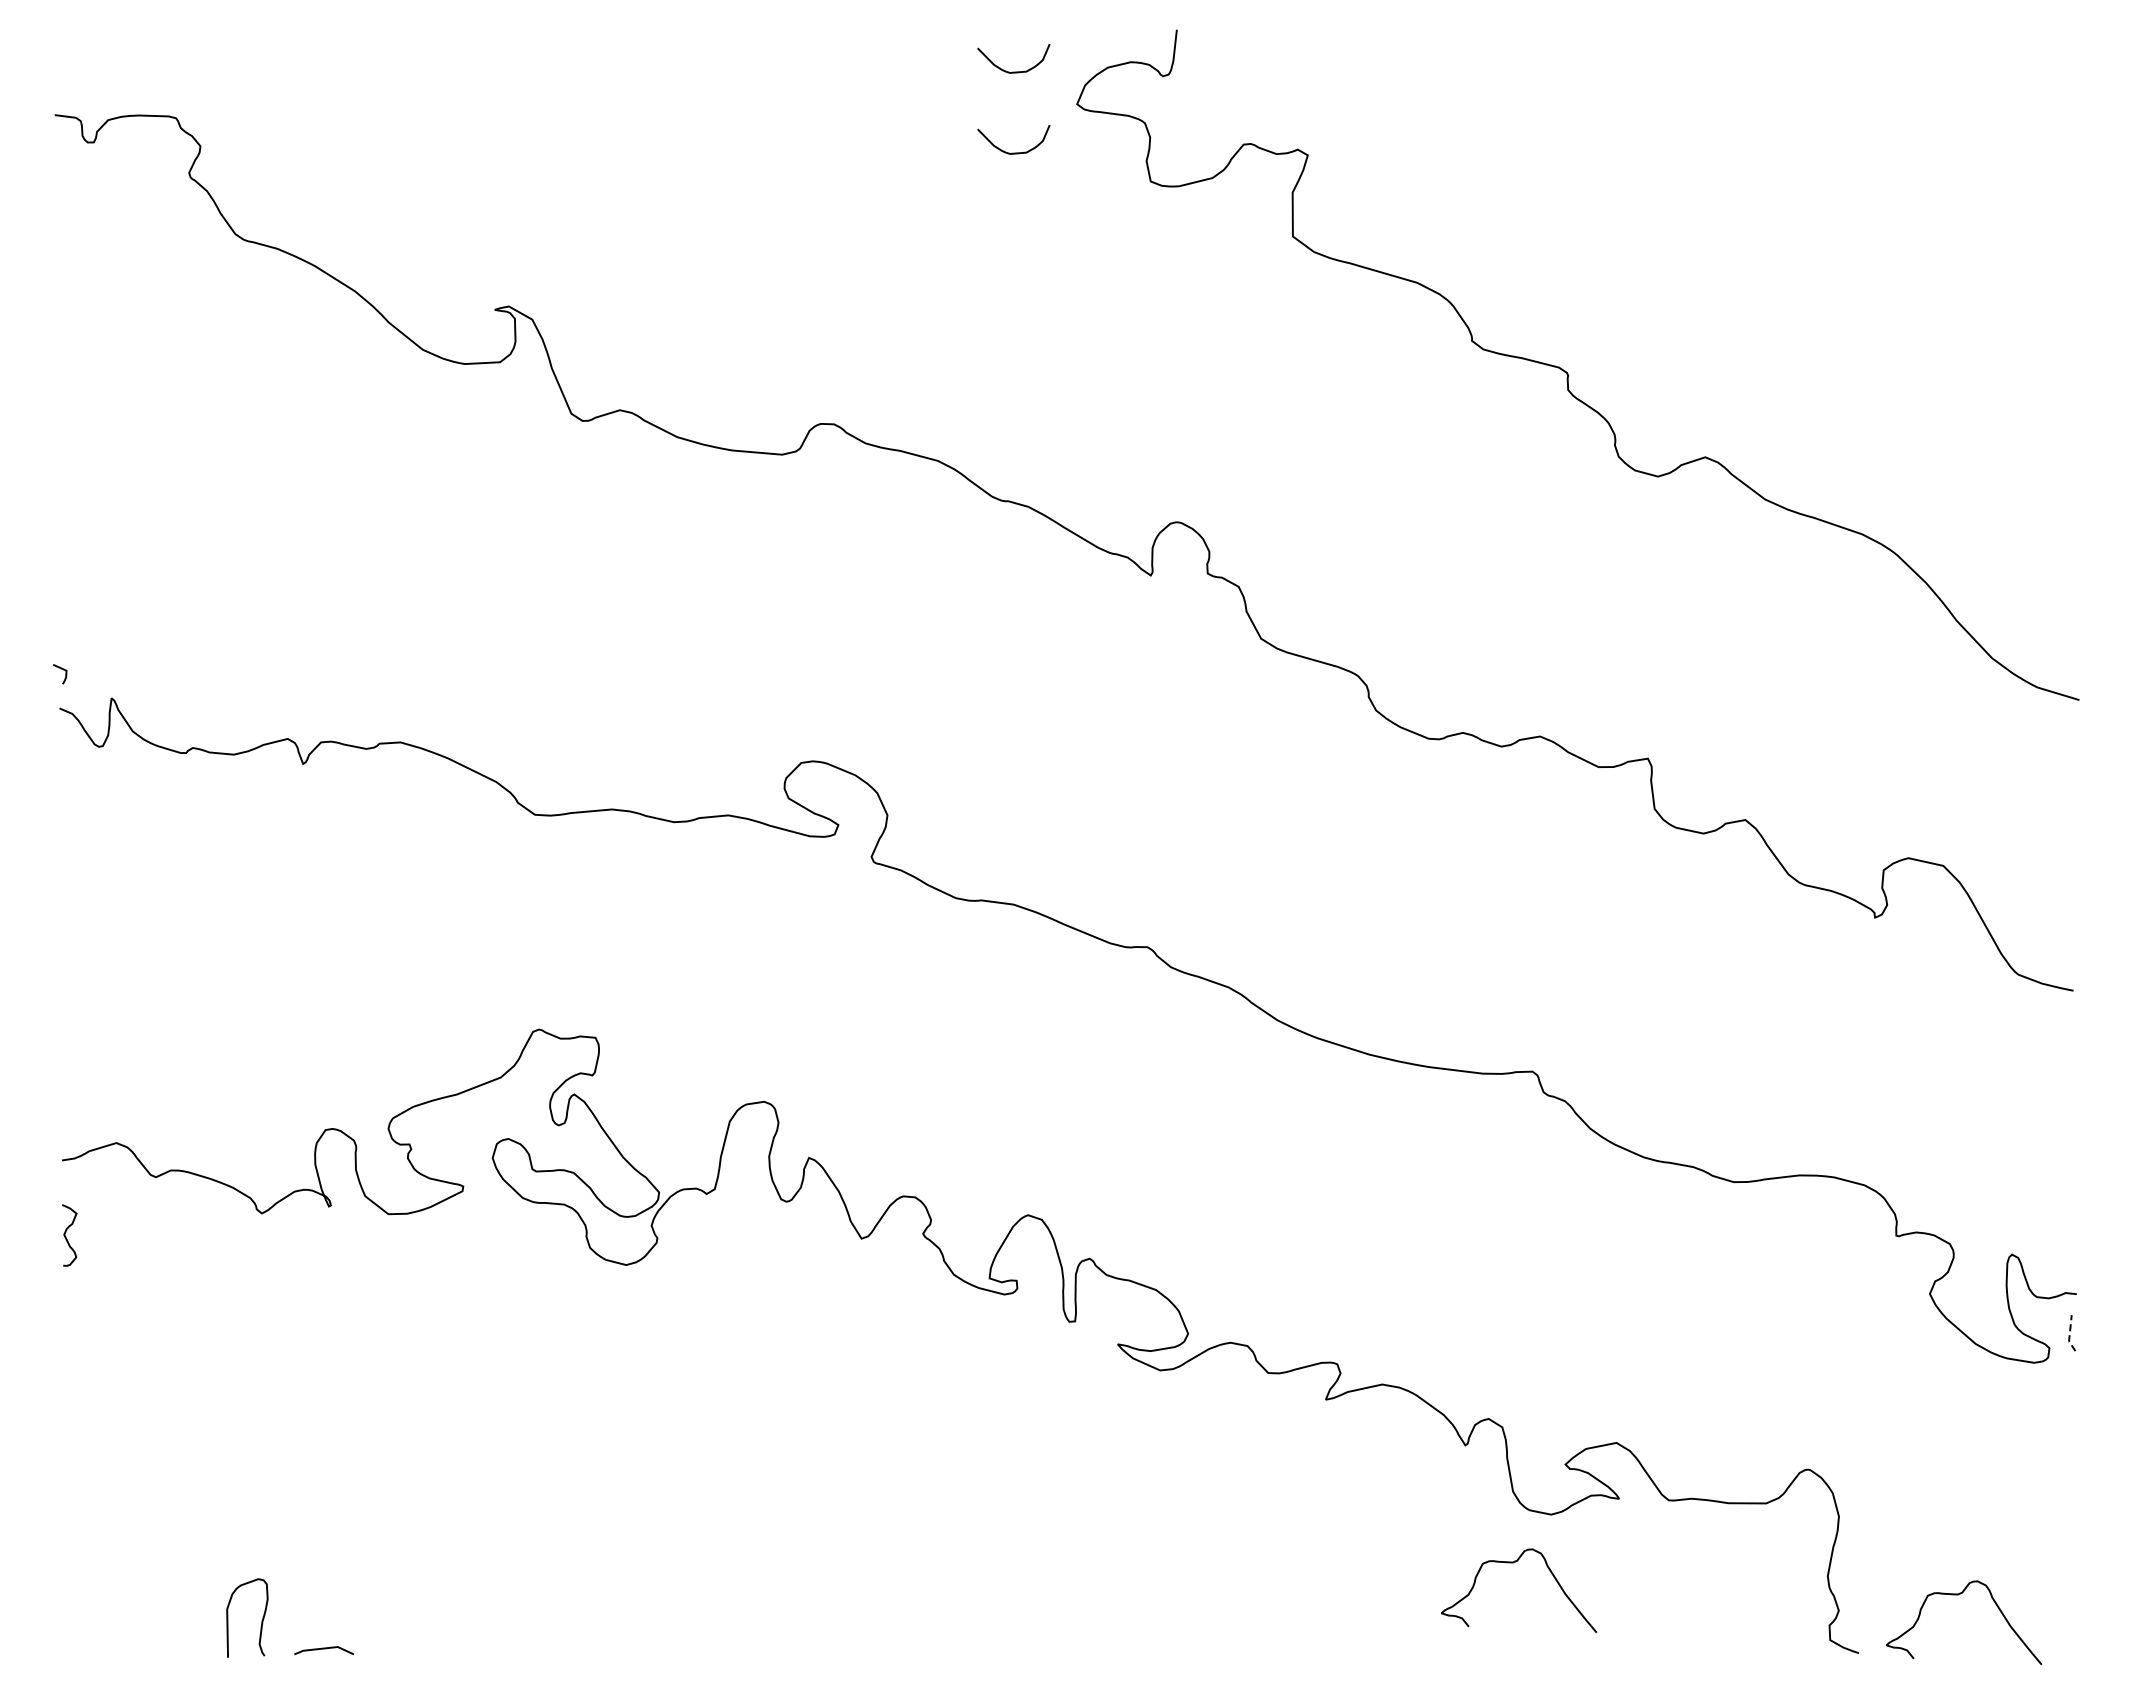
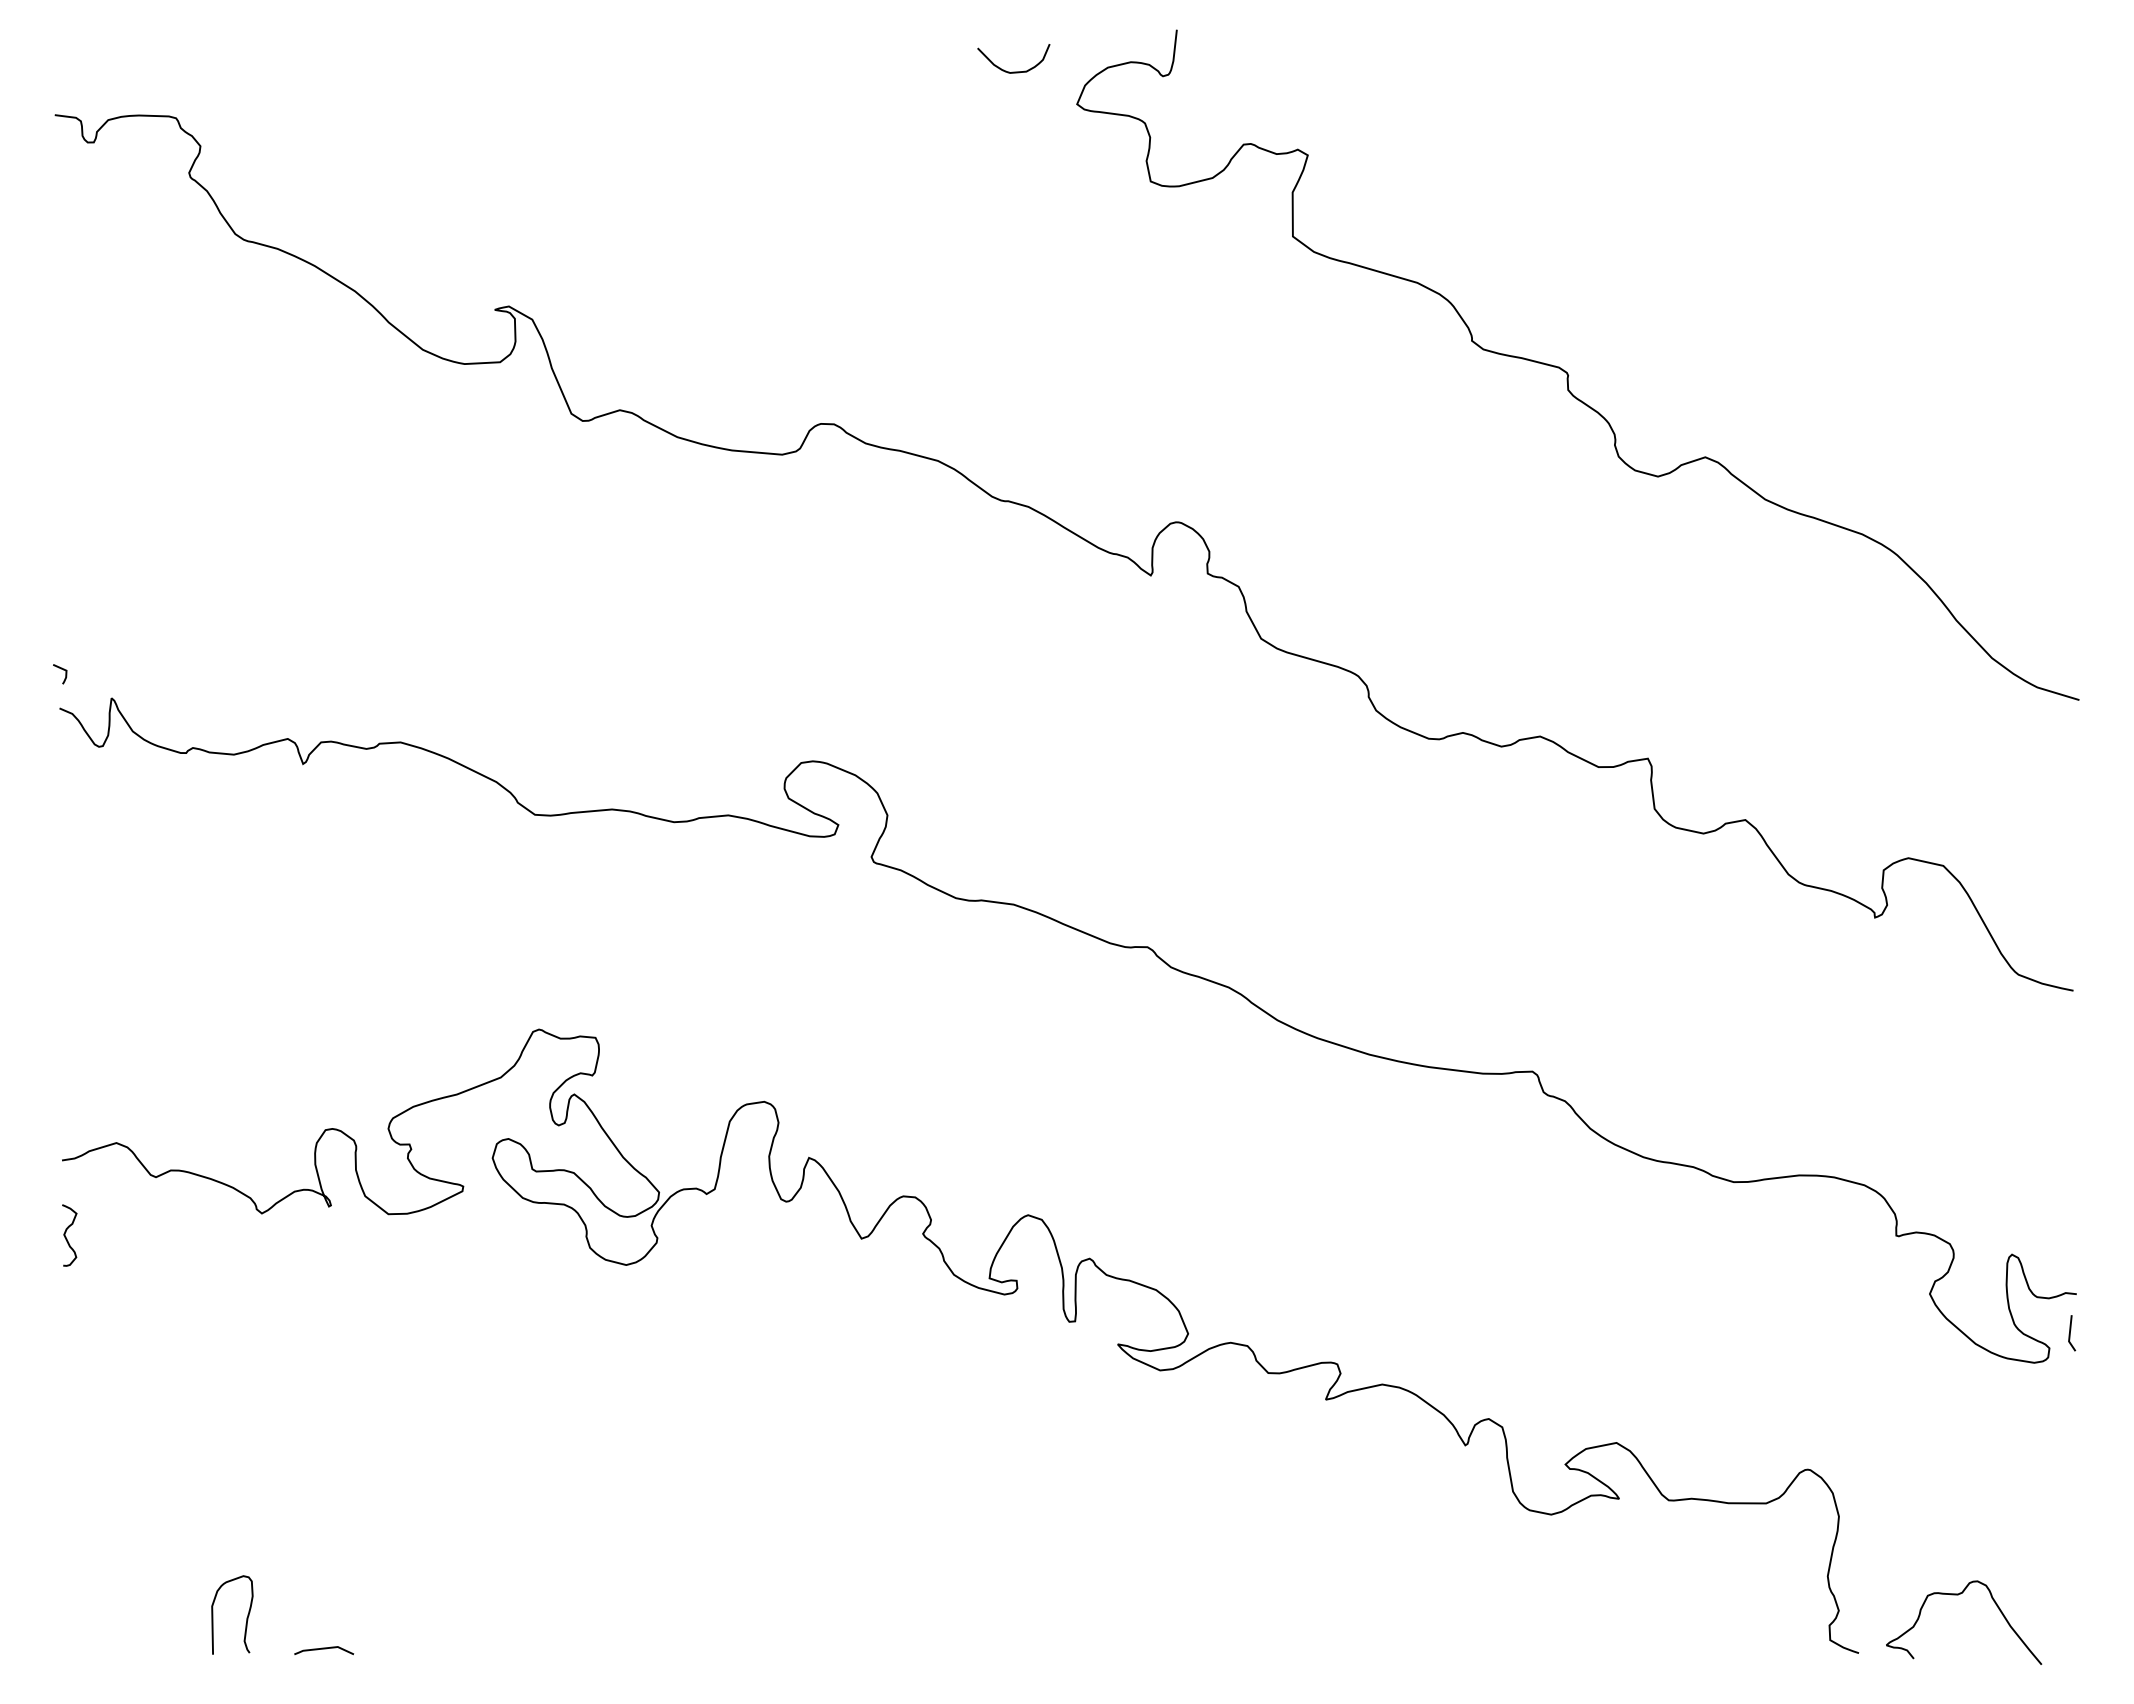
curve at (1013, 152): present -> none
line at (2069, 1334): dashed -> solid
curve at (1513, 1563): present -> none
curve at (261, 1620) position: (261, 1620) -> (246, 1617)
